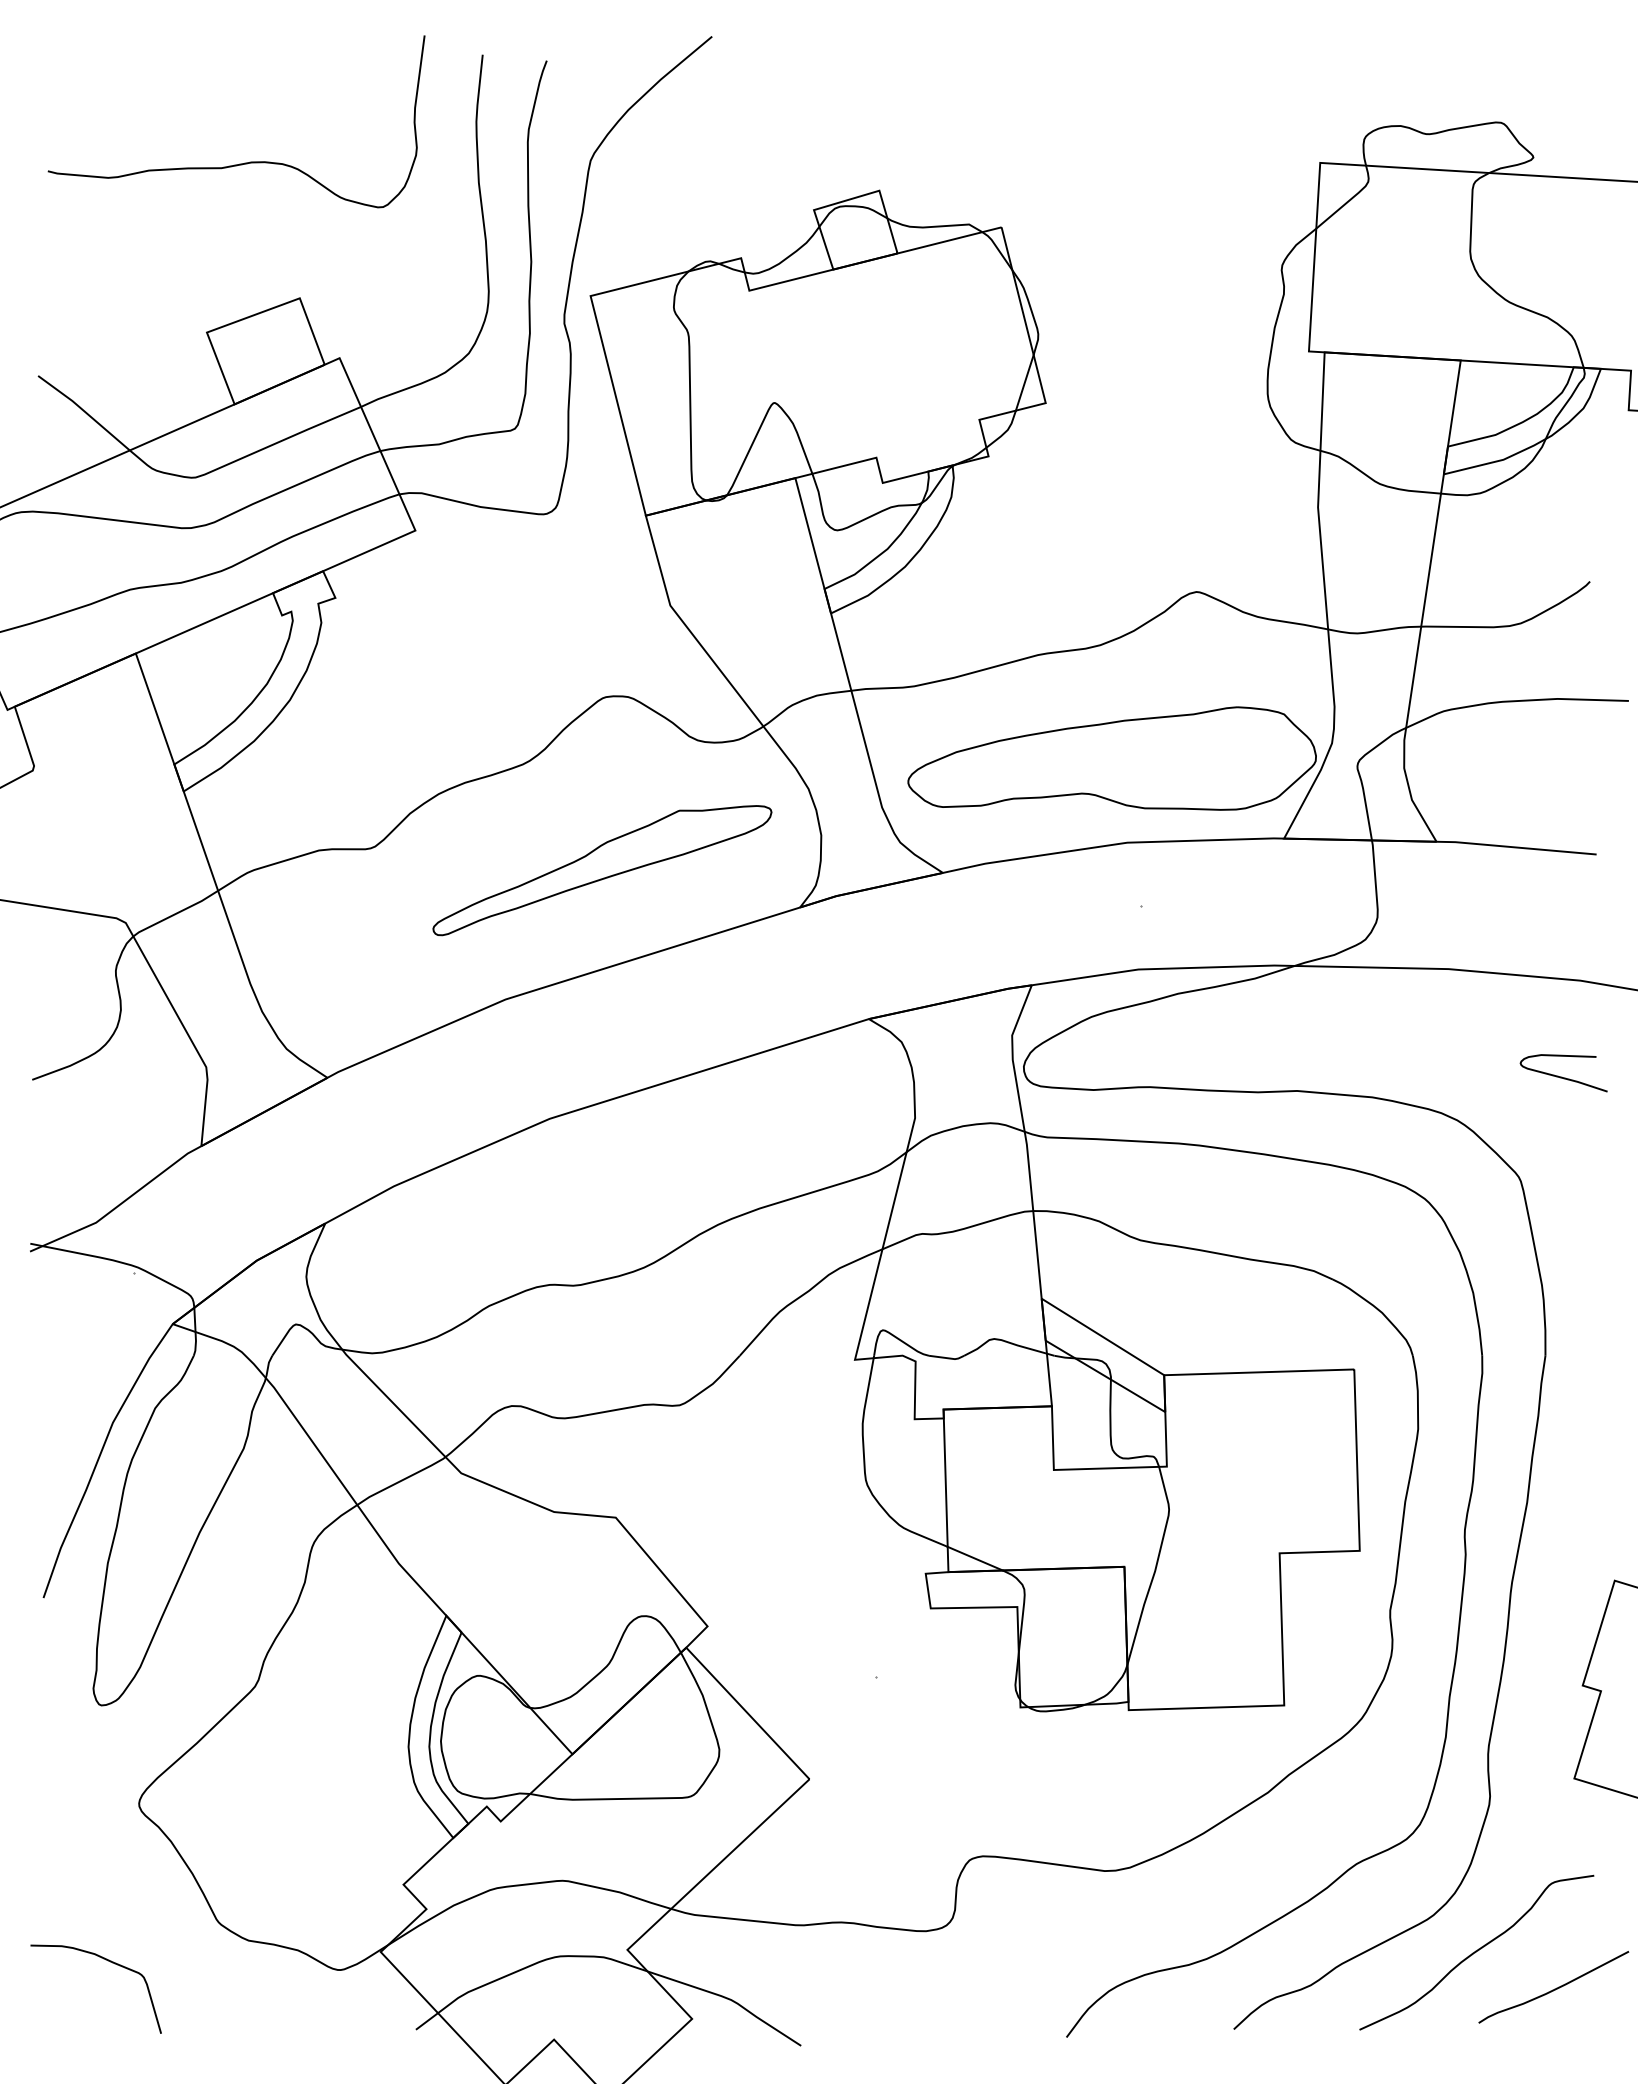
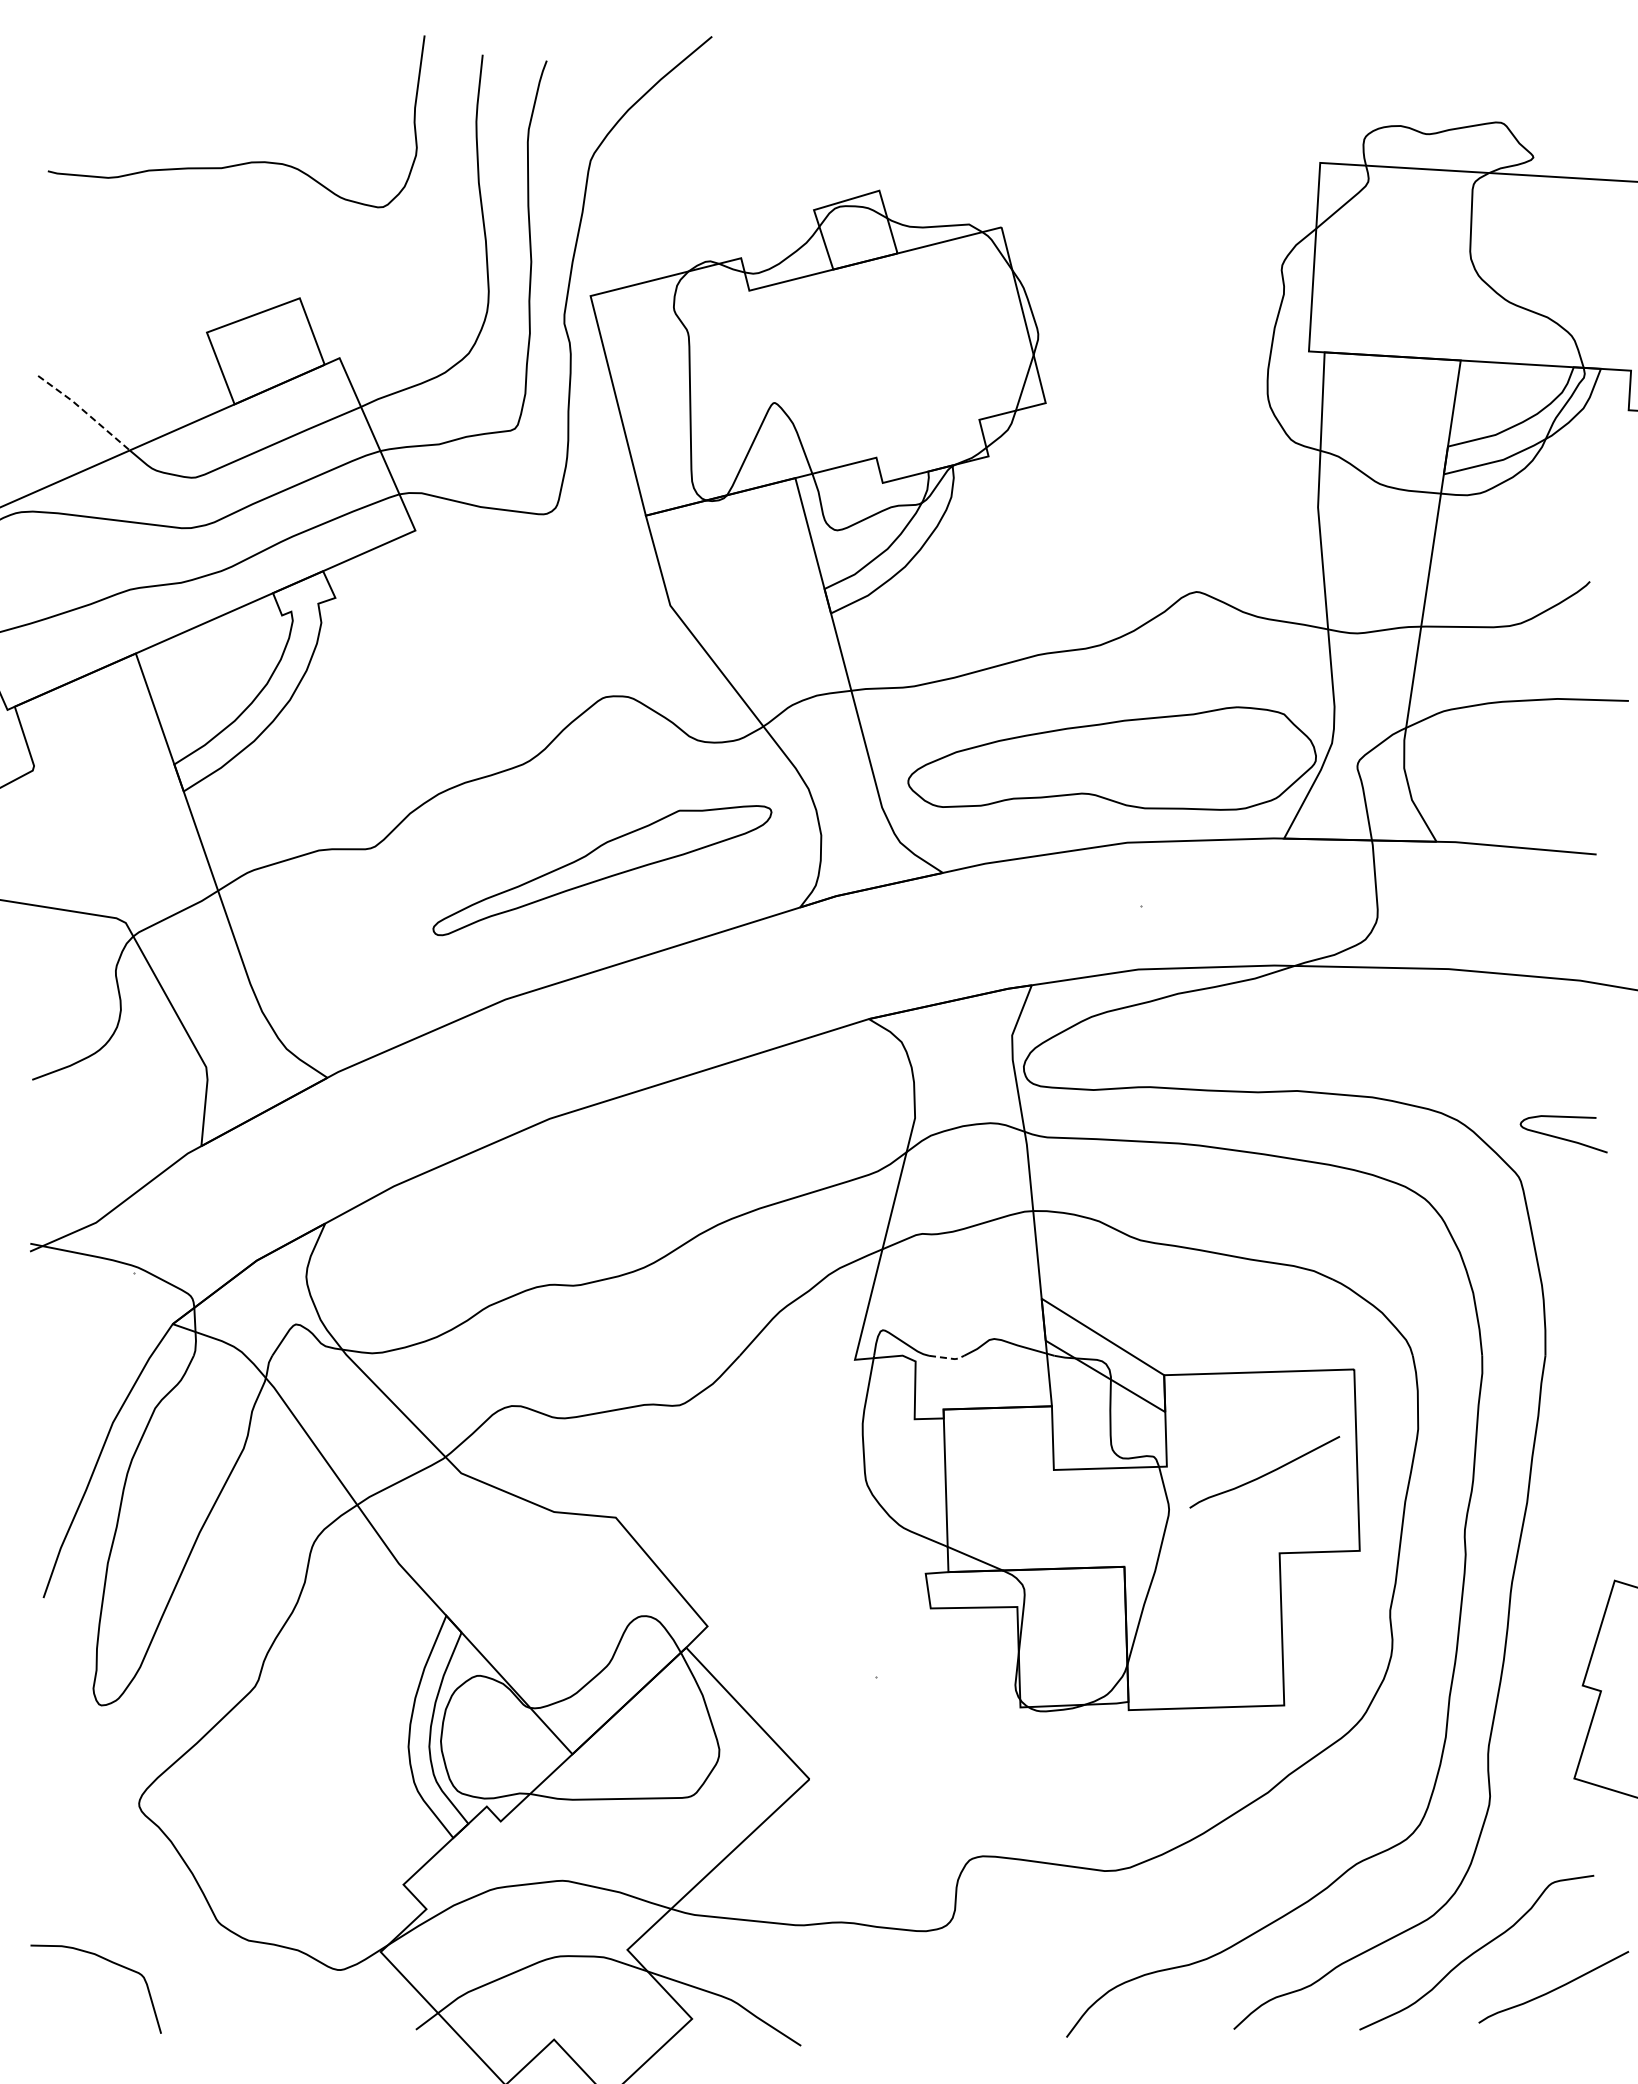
line at (84, 411): solid -> dashed
curve at (1561, 1076) position: (1561, 1076) -> (1561, 1137)
line at (948, 1358): solid -> dashed
curve at (1265, 1473): none -> present
